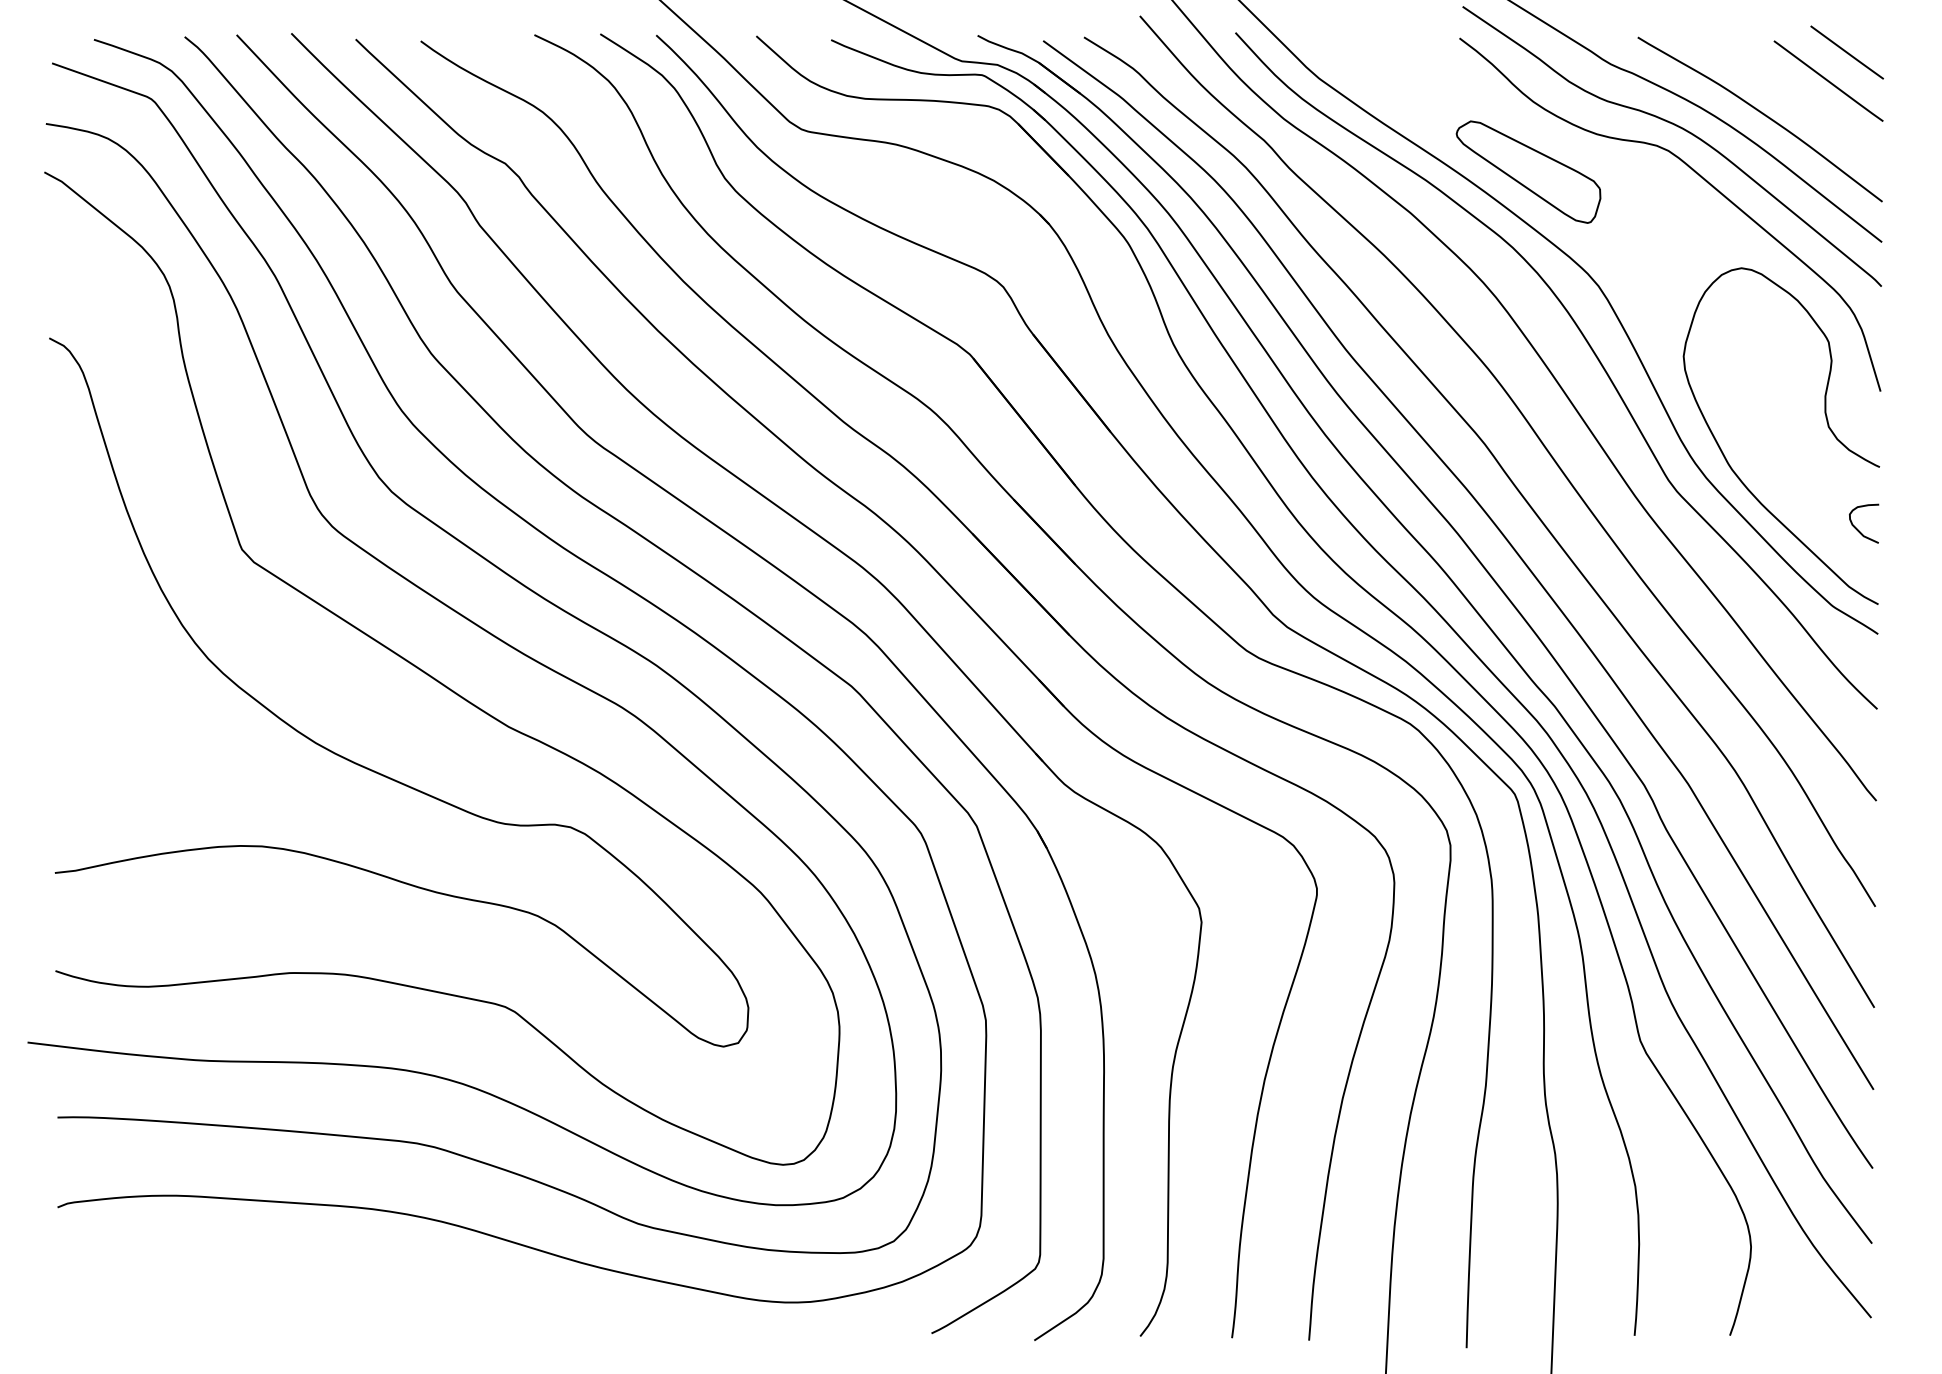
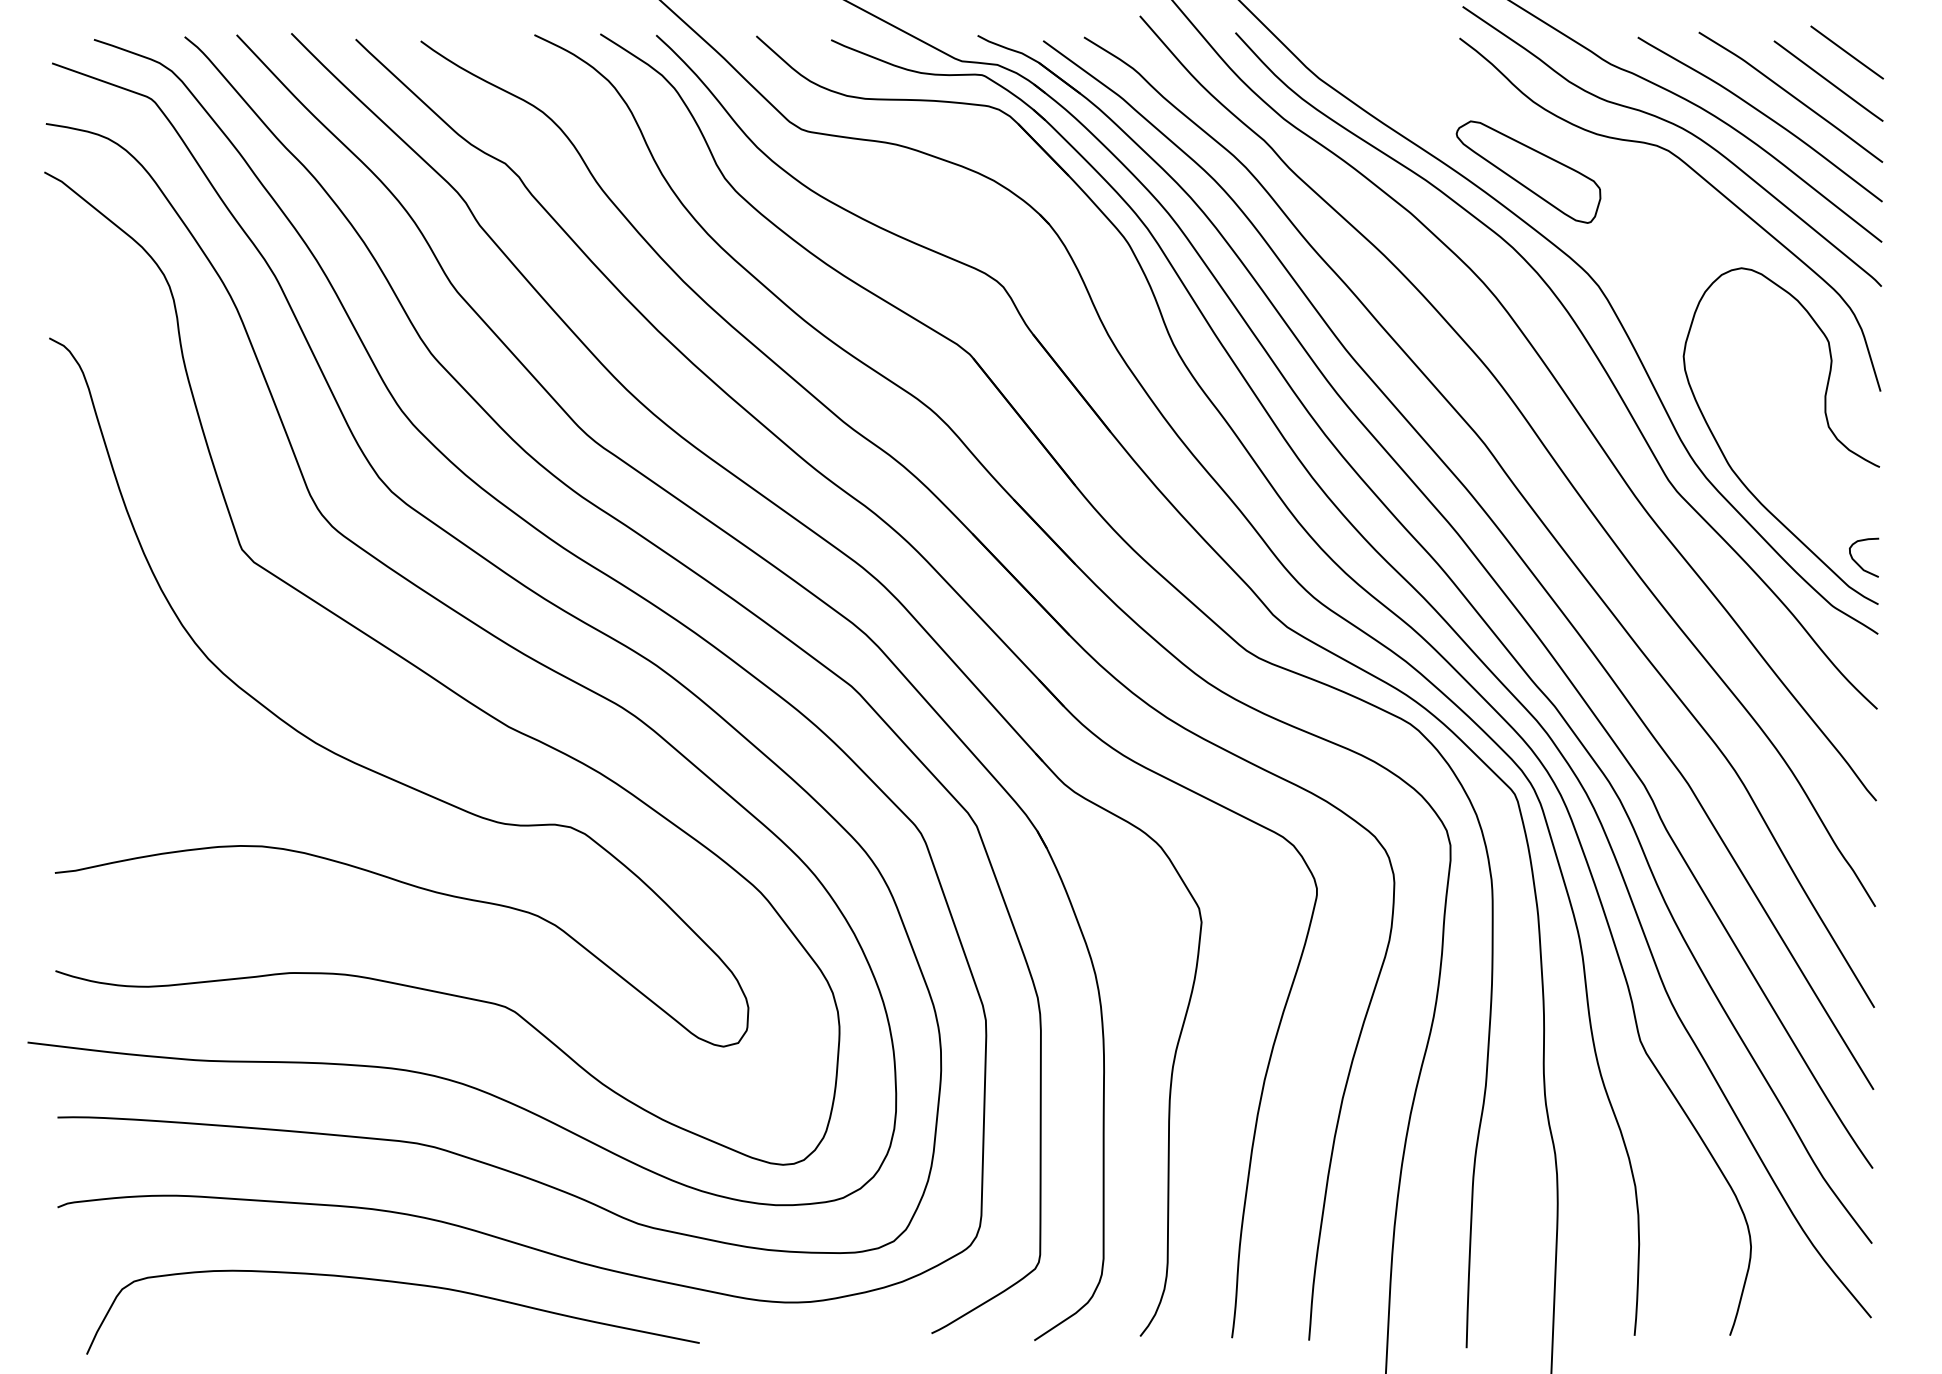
curve at (1790, 95): none -> present
curve at (1858, 529) position: (1858, 529) -> (1858, 563)
curve at (397, 1283): none -> present
